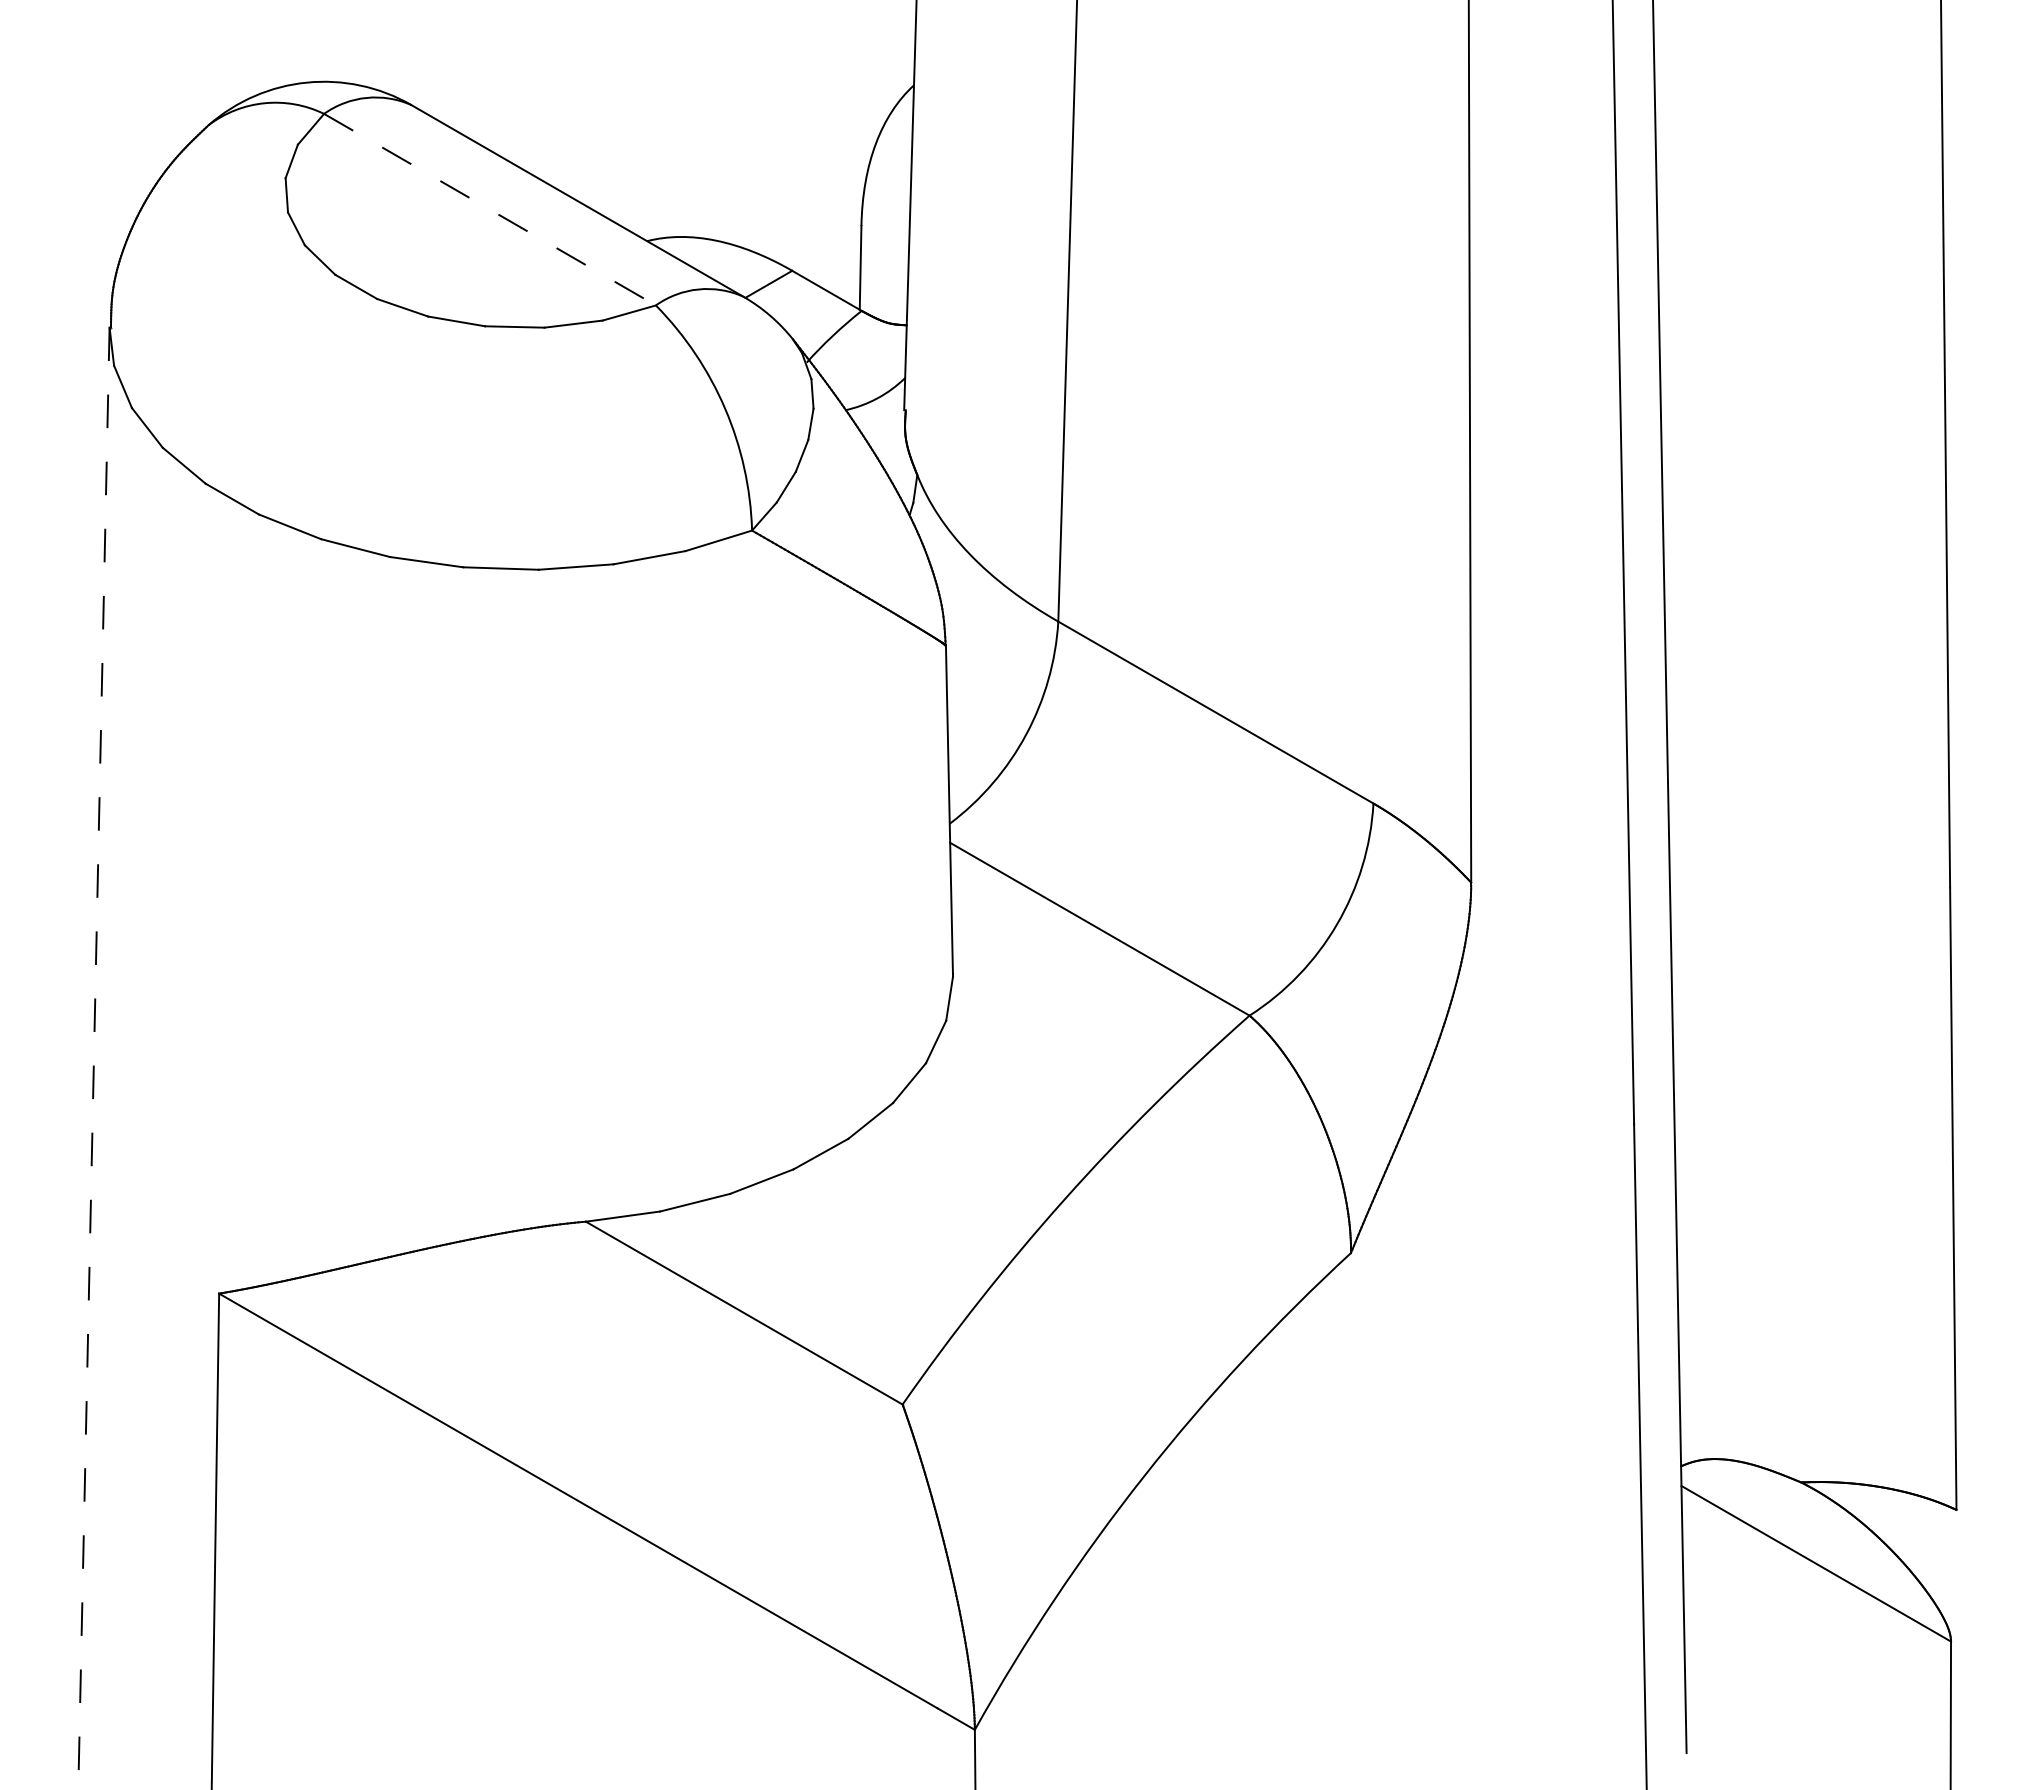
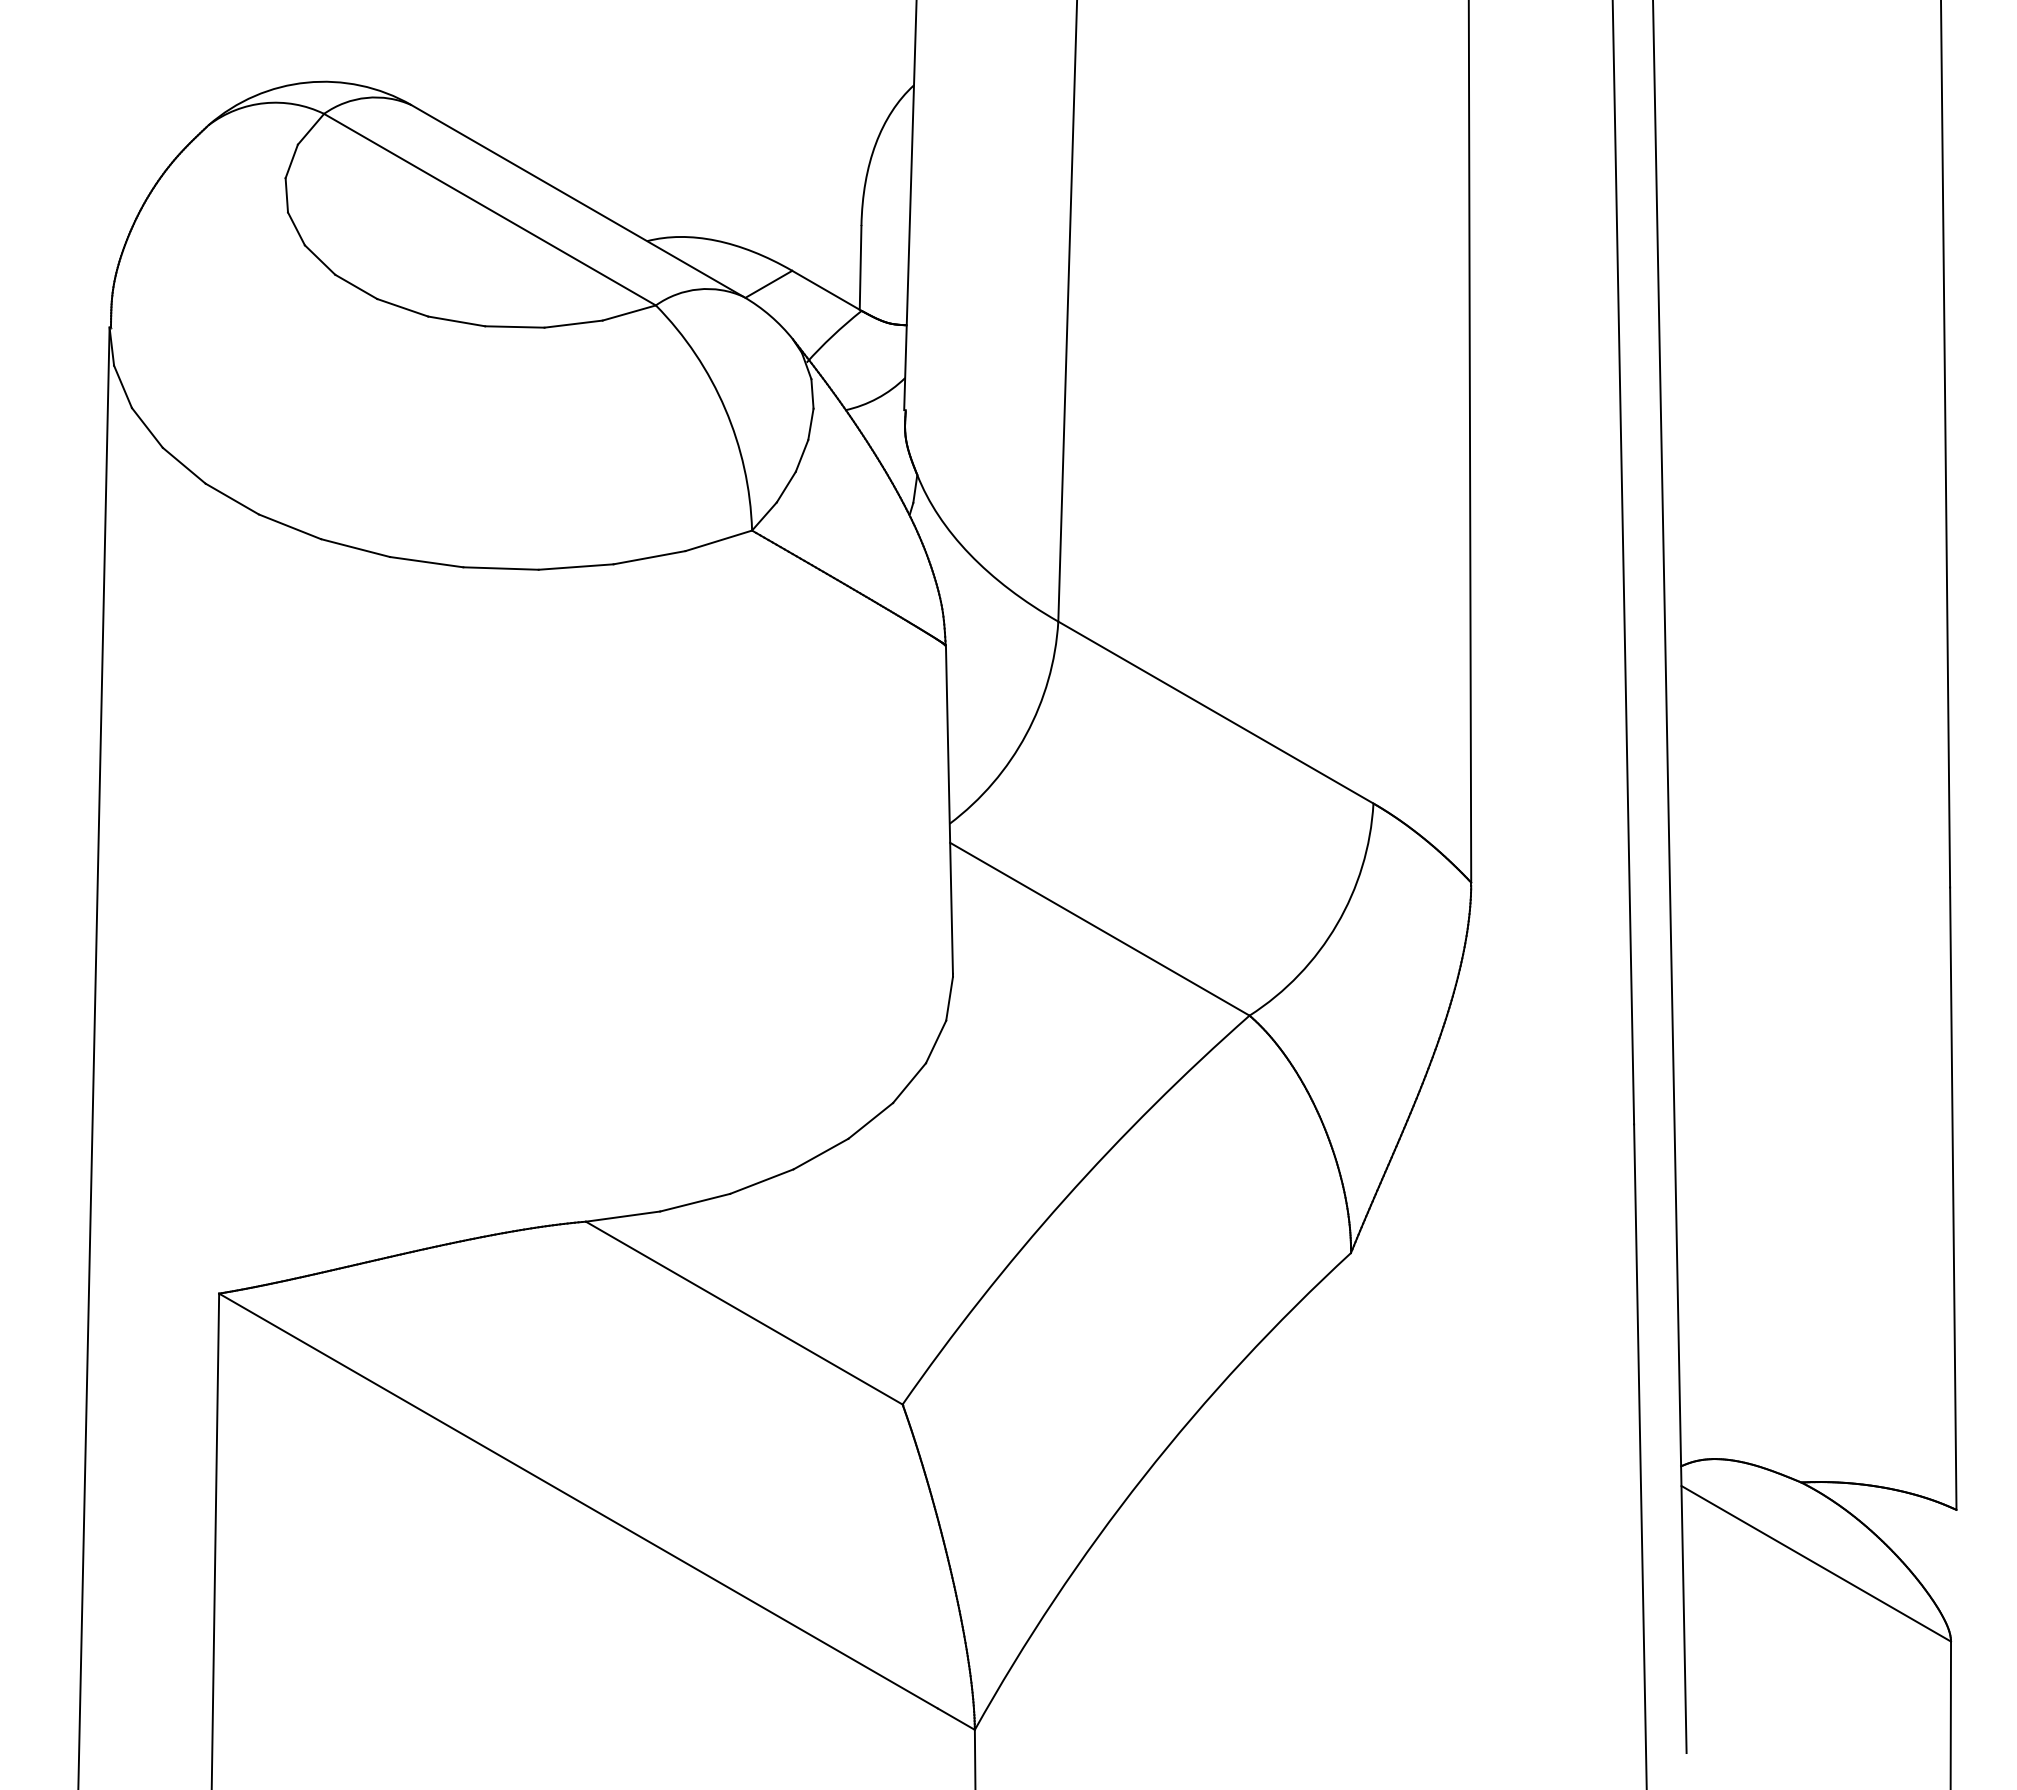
line at (490, 209): dashed -> solid
line at (93, 1059): dashed -> solid
